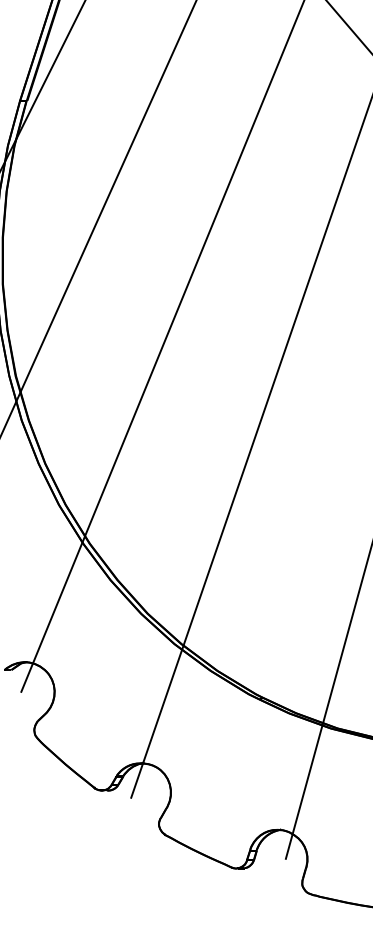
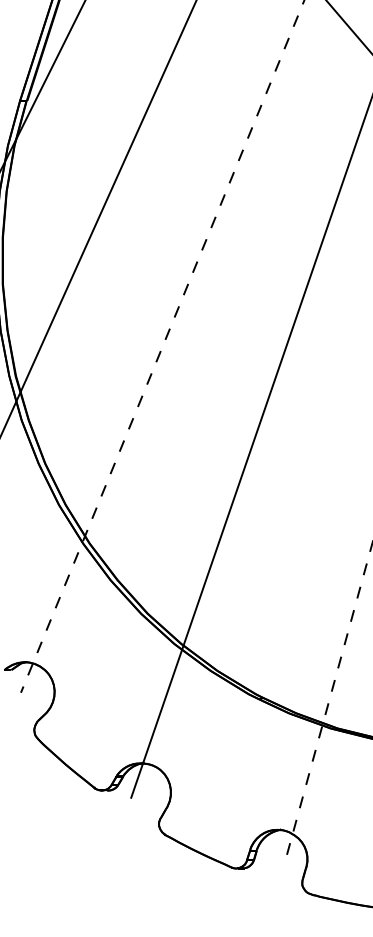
line at (162, 346): solid -> dashed
line at (329, 700): solid -> dashed
